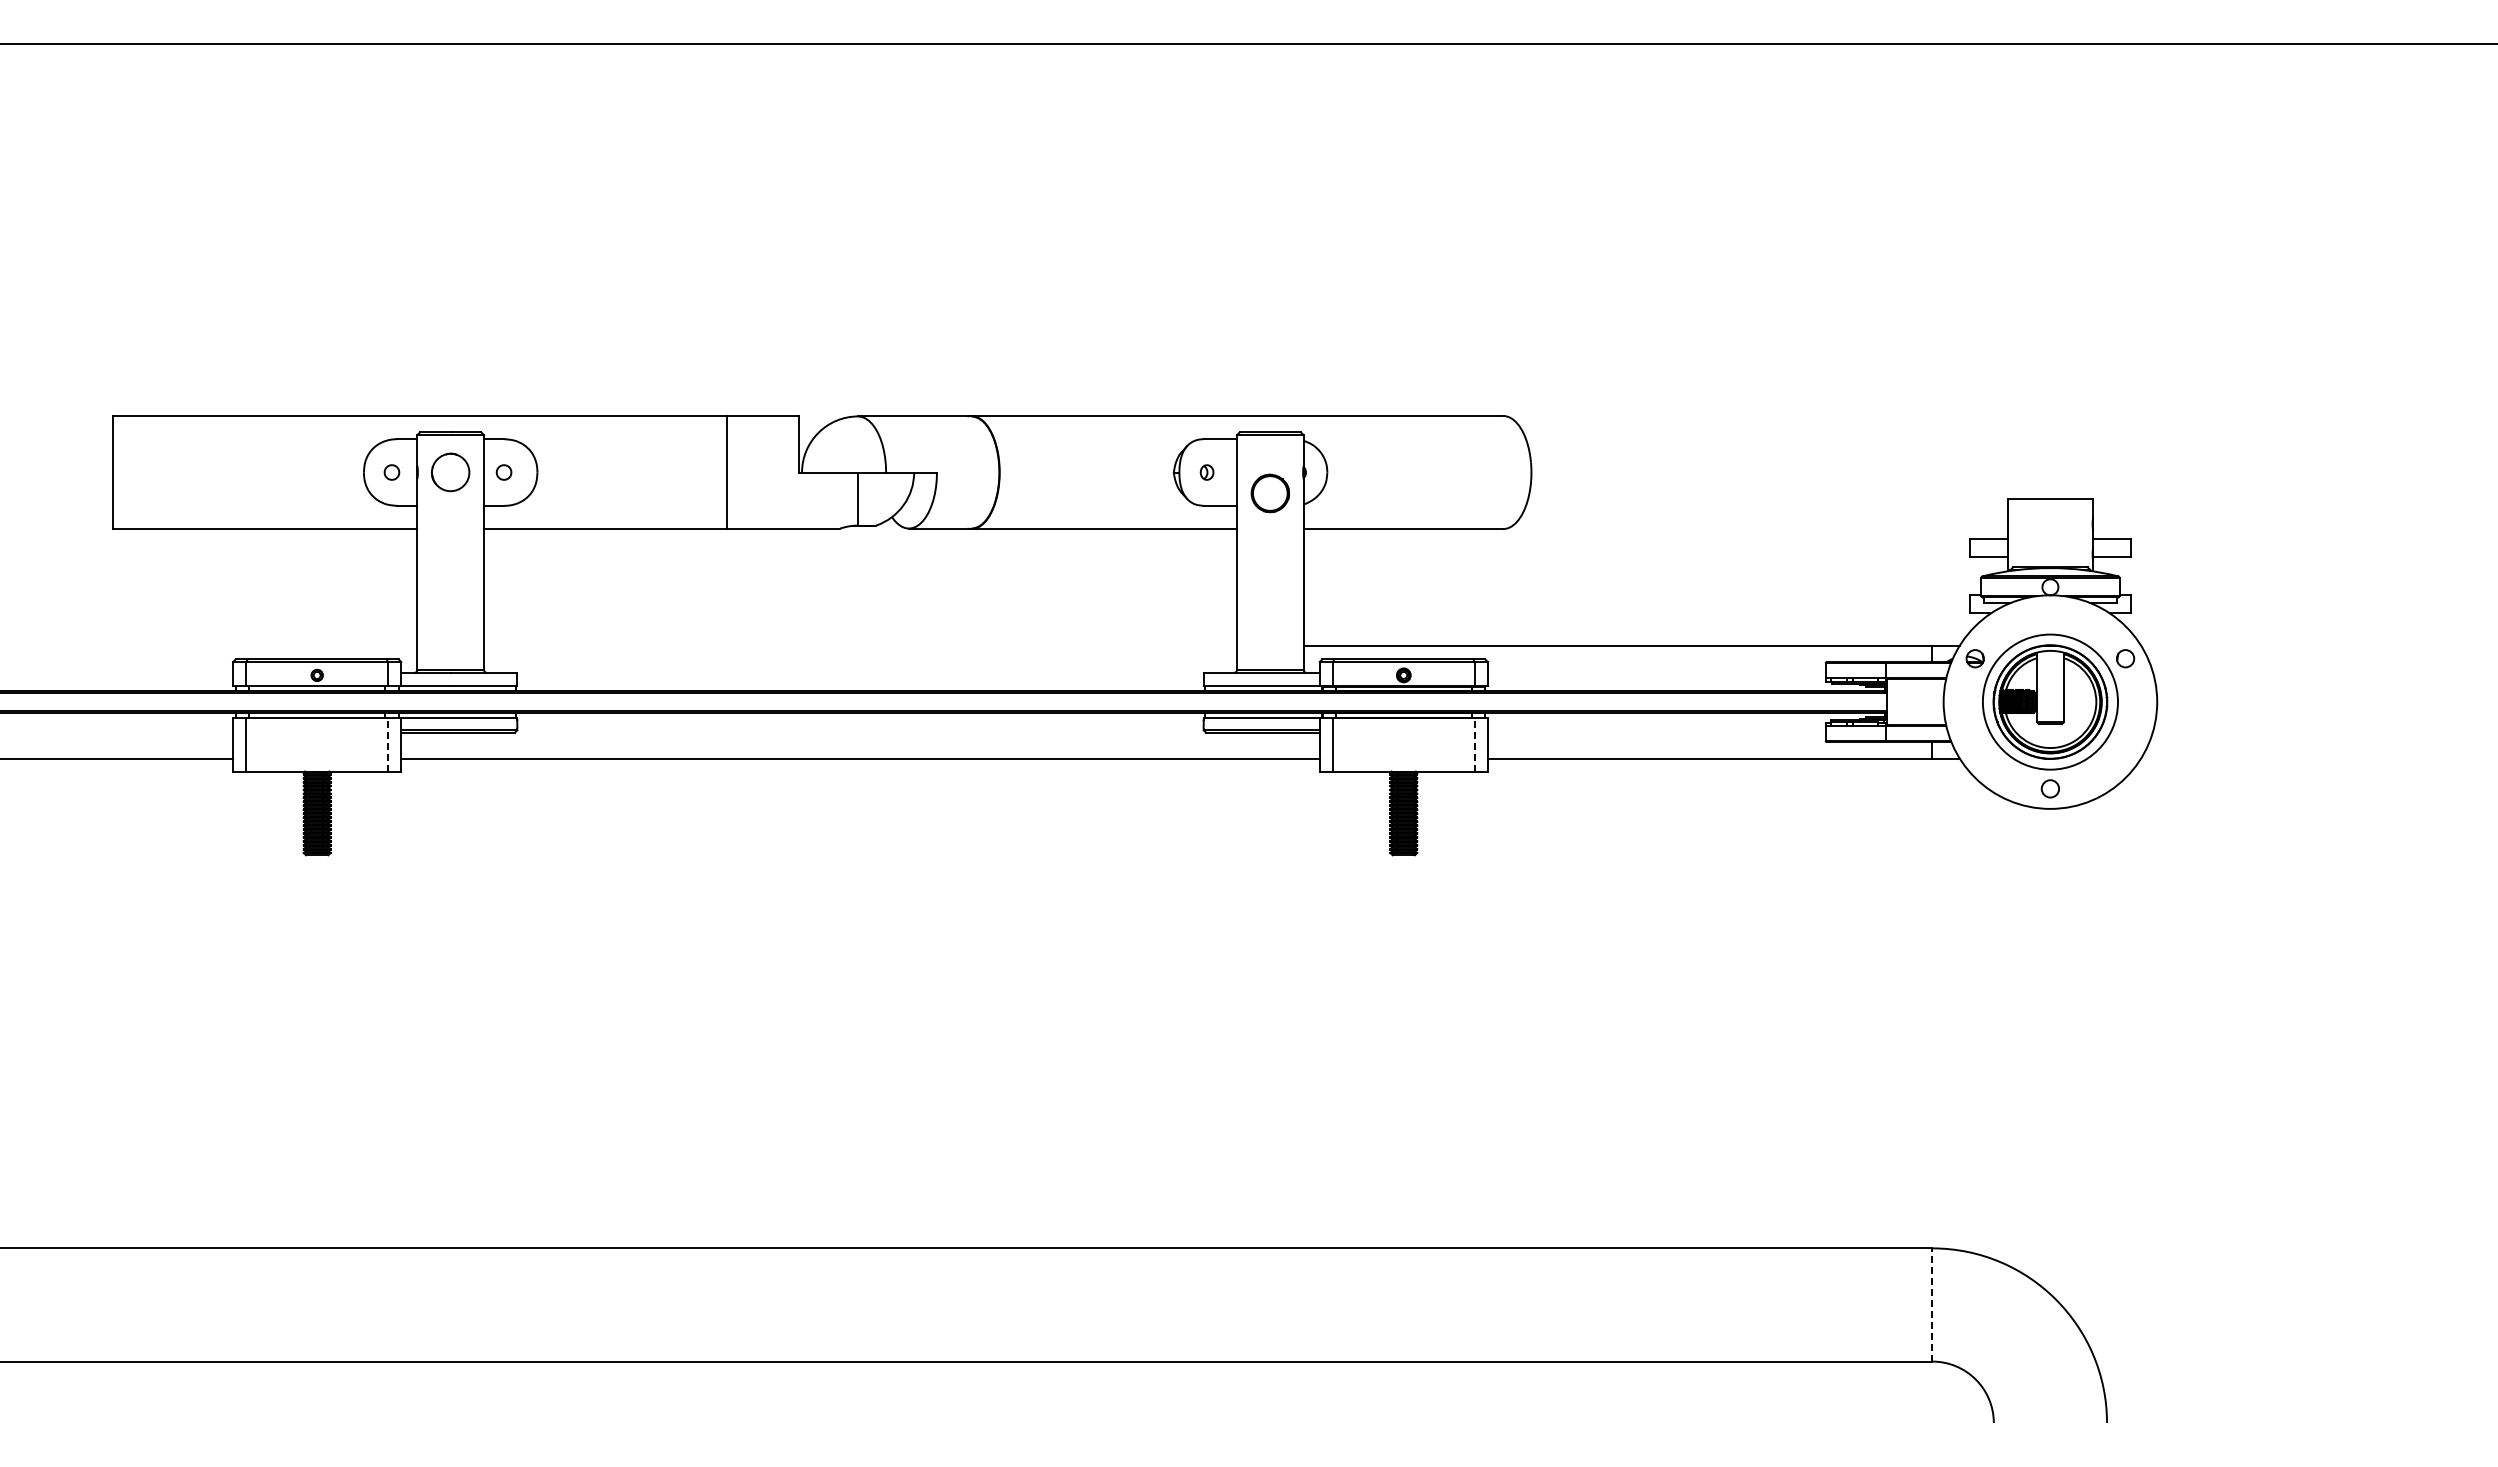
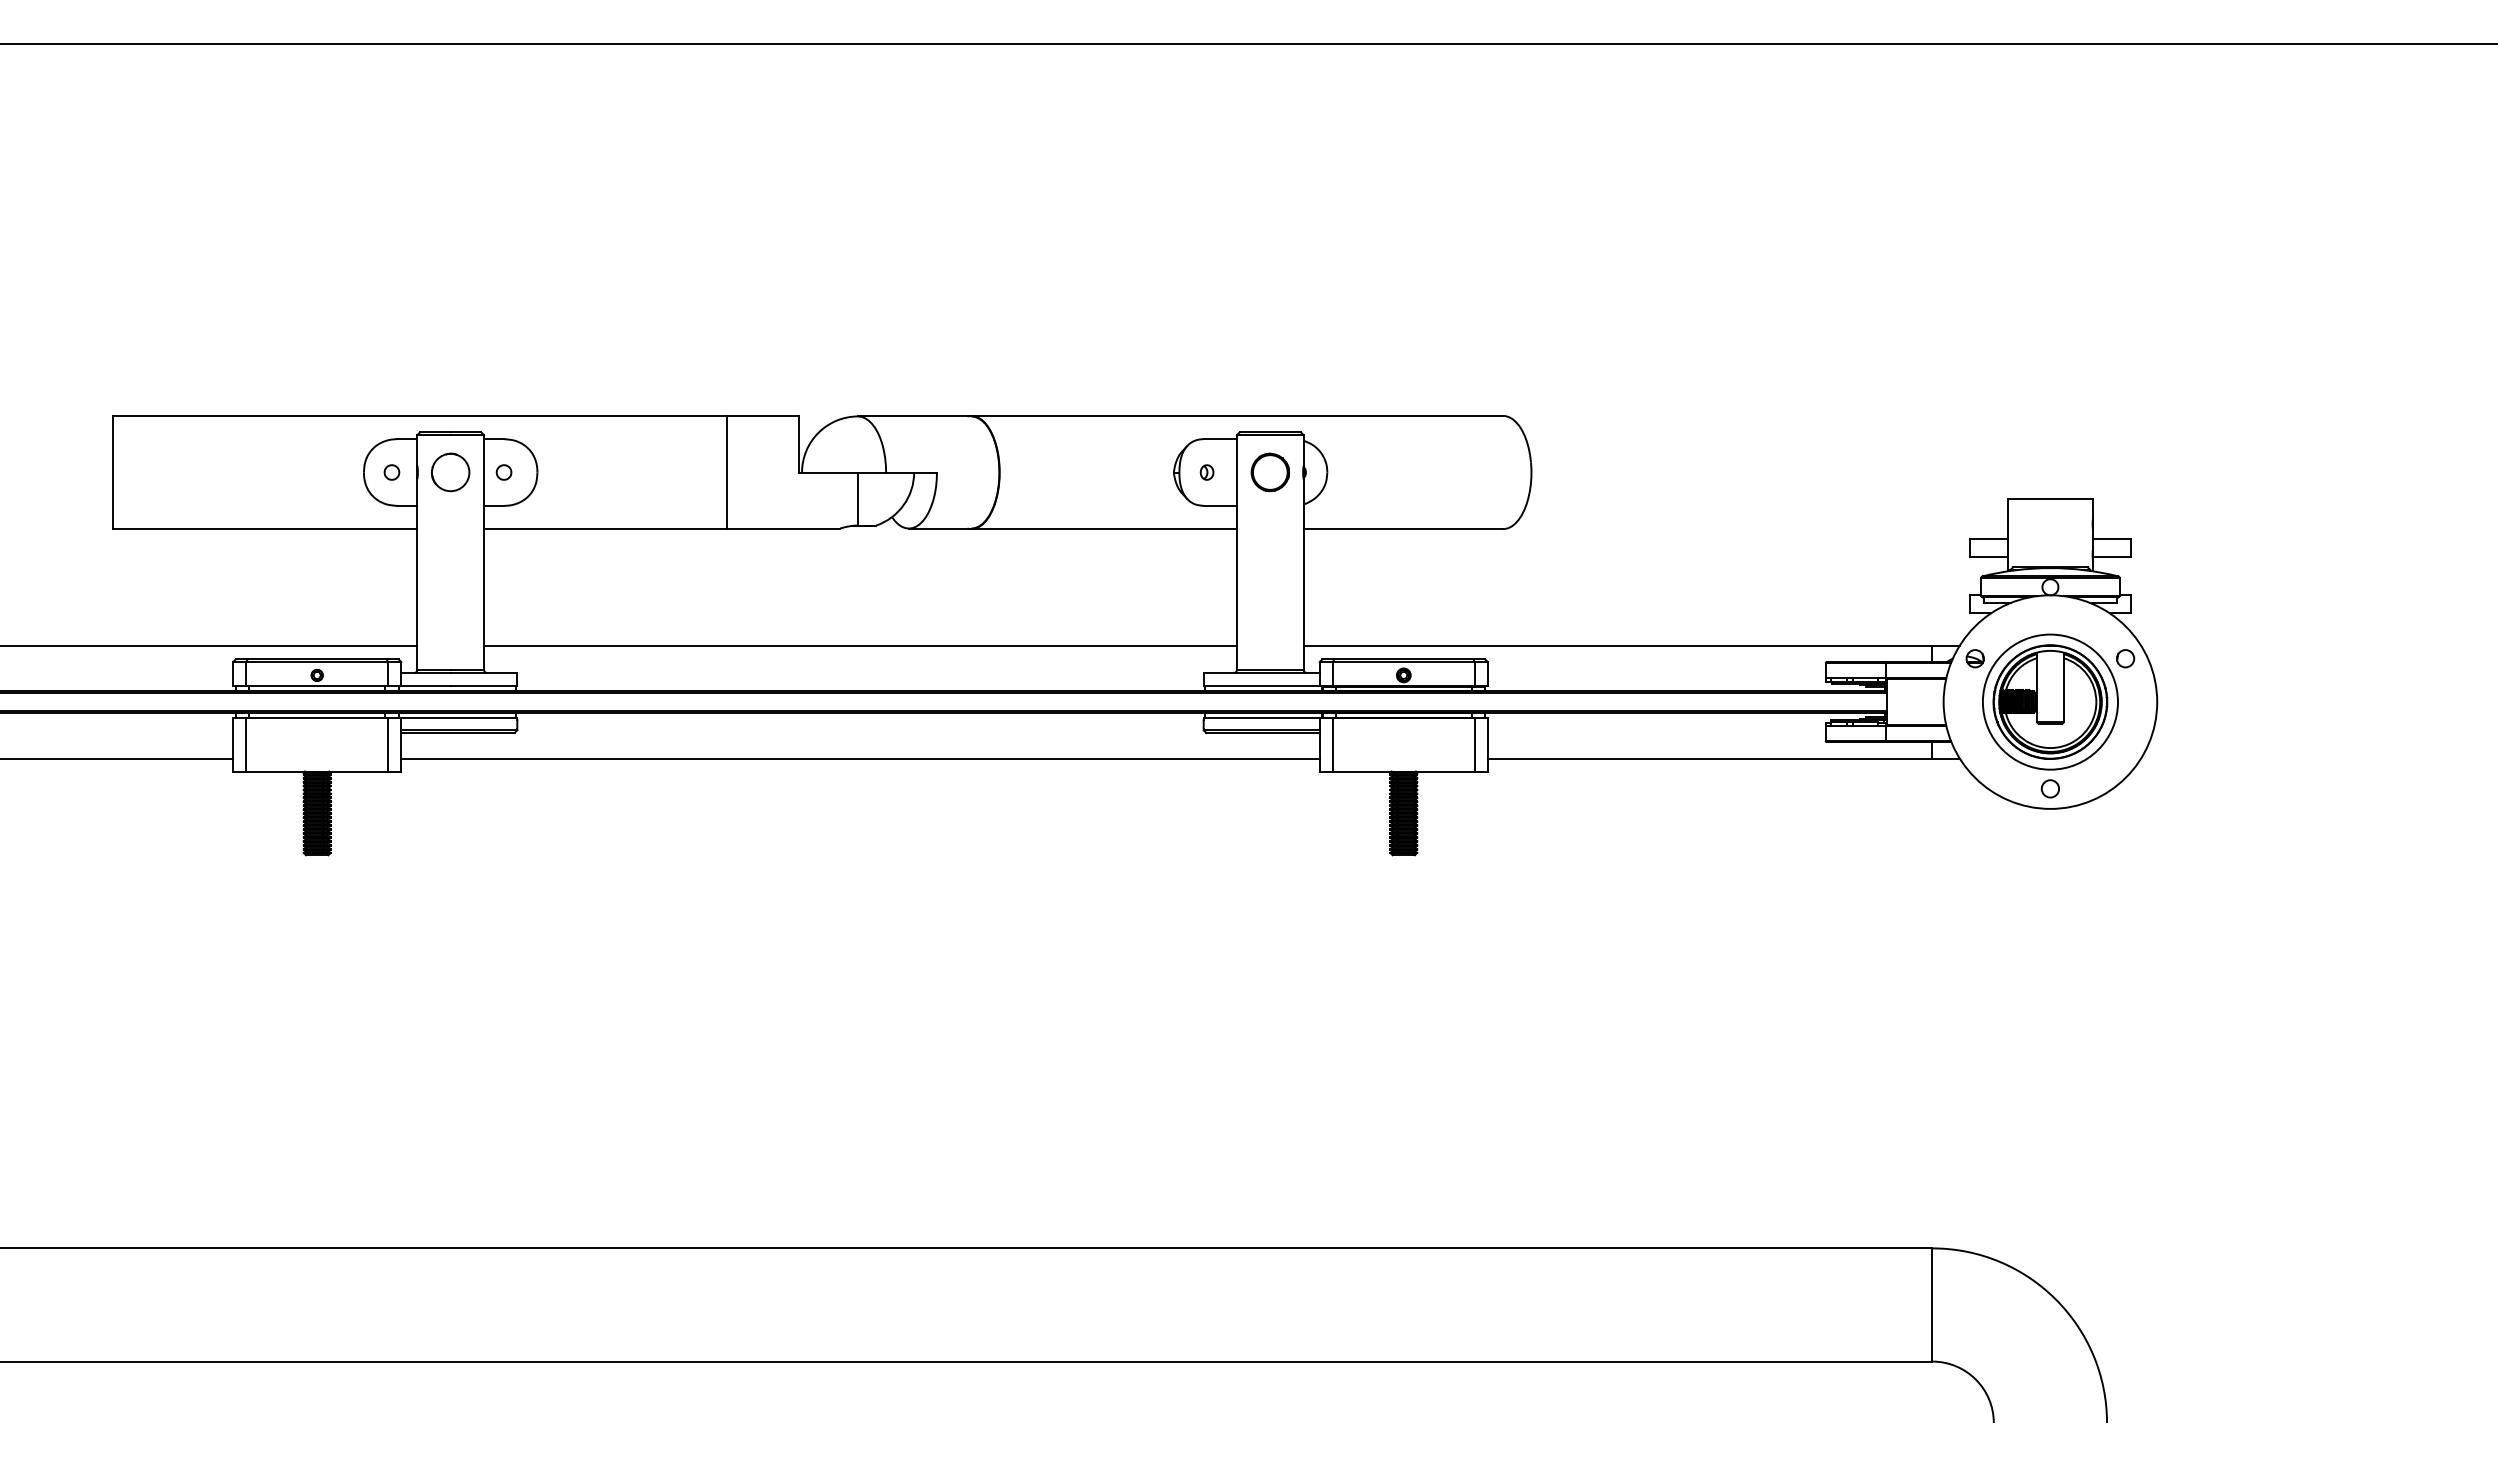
part at (1269, 493) position: (1269, 493) -> (1269, 472)
line at (209, 645): none -> present
line at (860, 645): none -> present
line at (387, 744): dashed -> solid
line at (1474, 744): dashed -> solid
line at (1932, 1304): dashed -> solid
